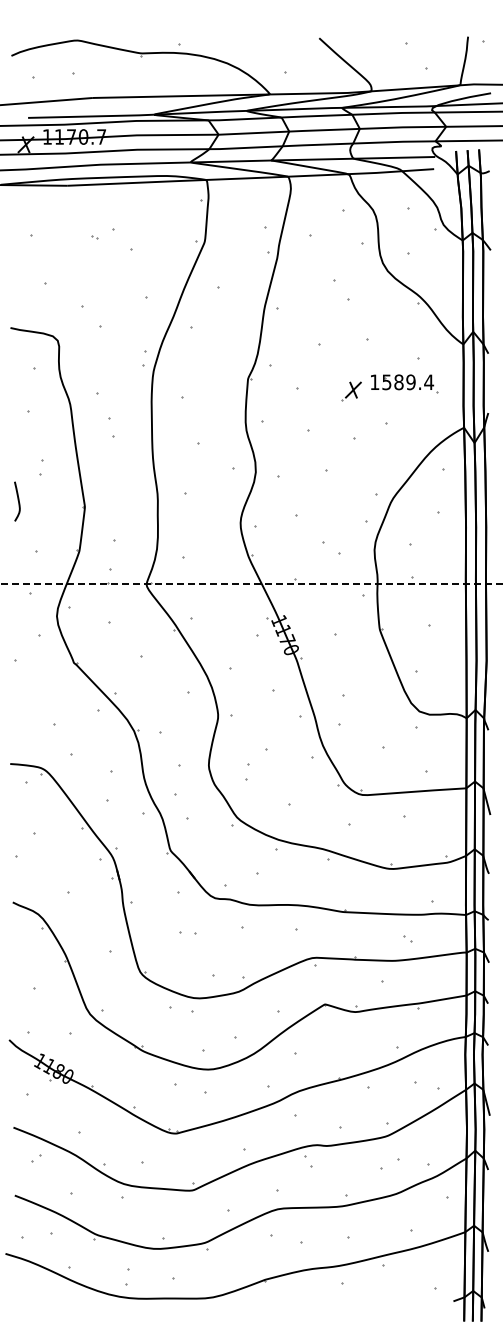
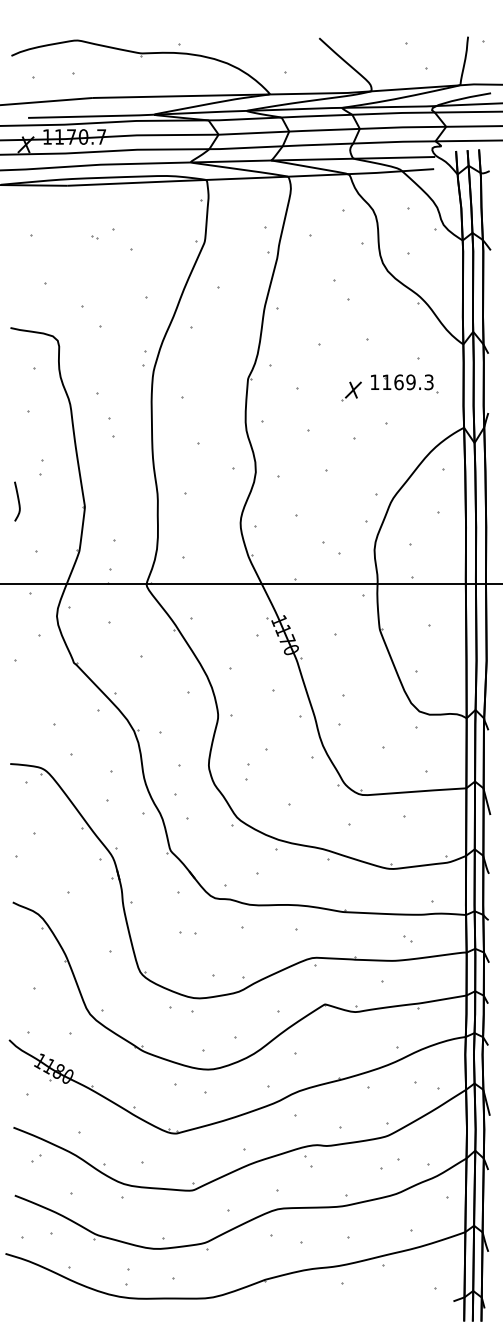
text at (408, 382): 1589.4 -> 1169.3
line at (251, 584): dashed -> solid
